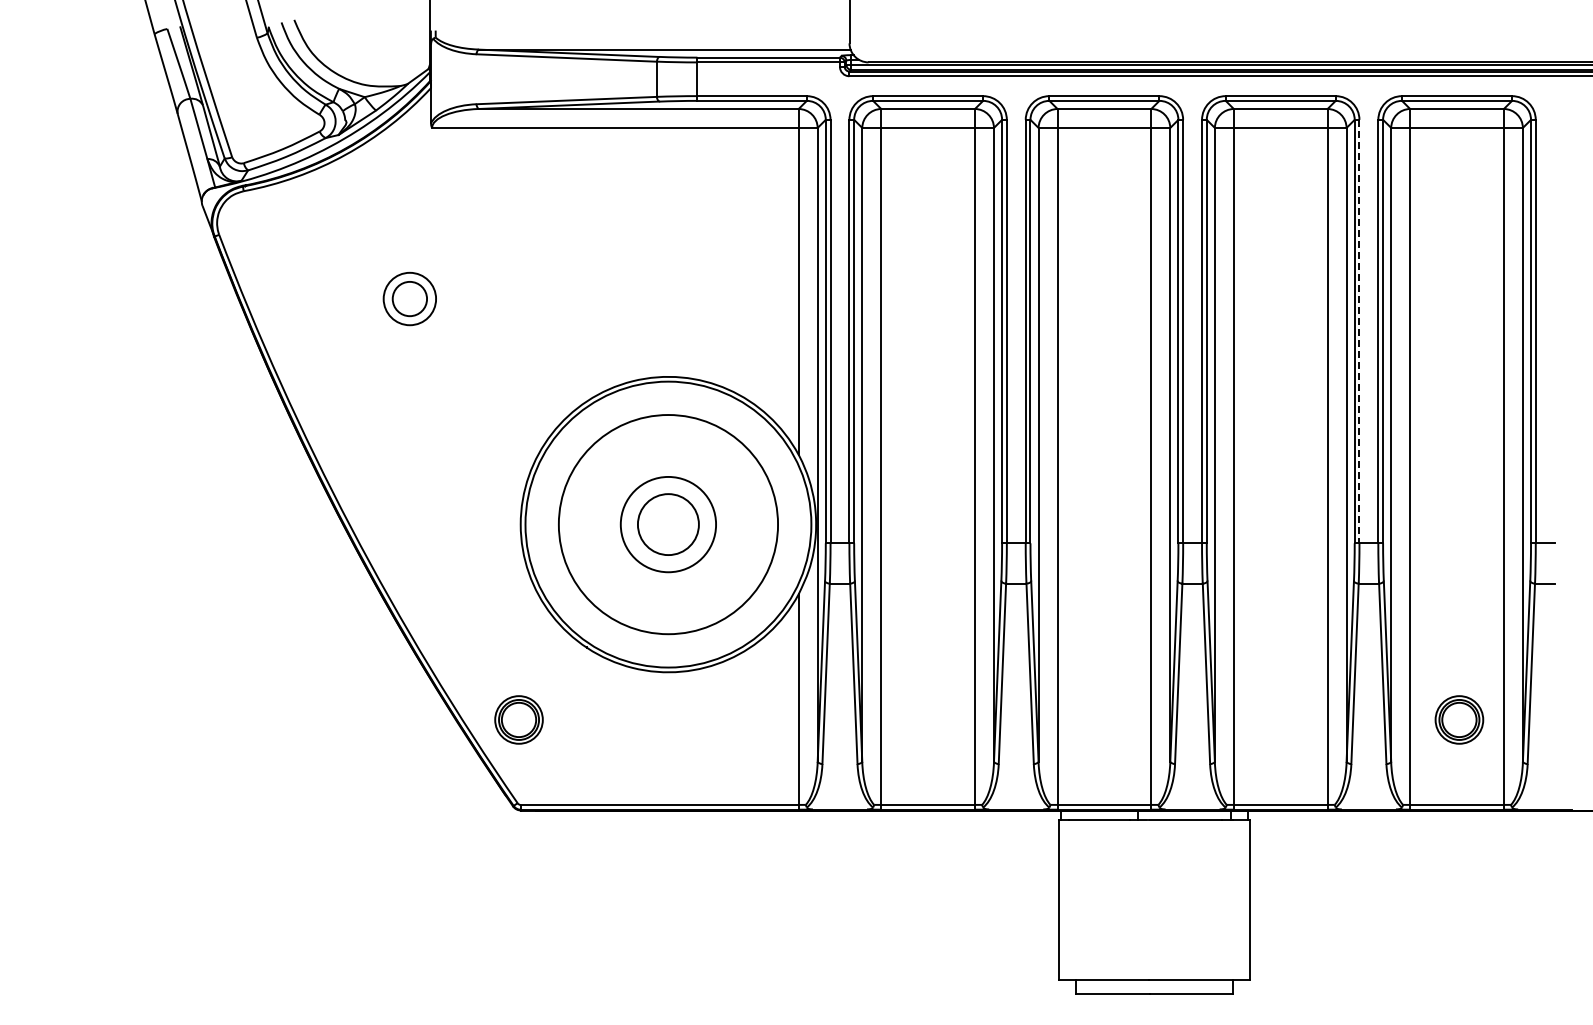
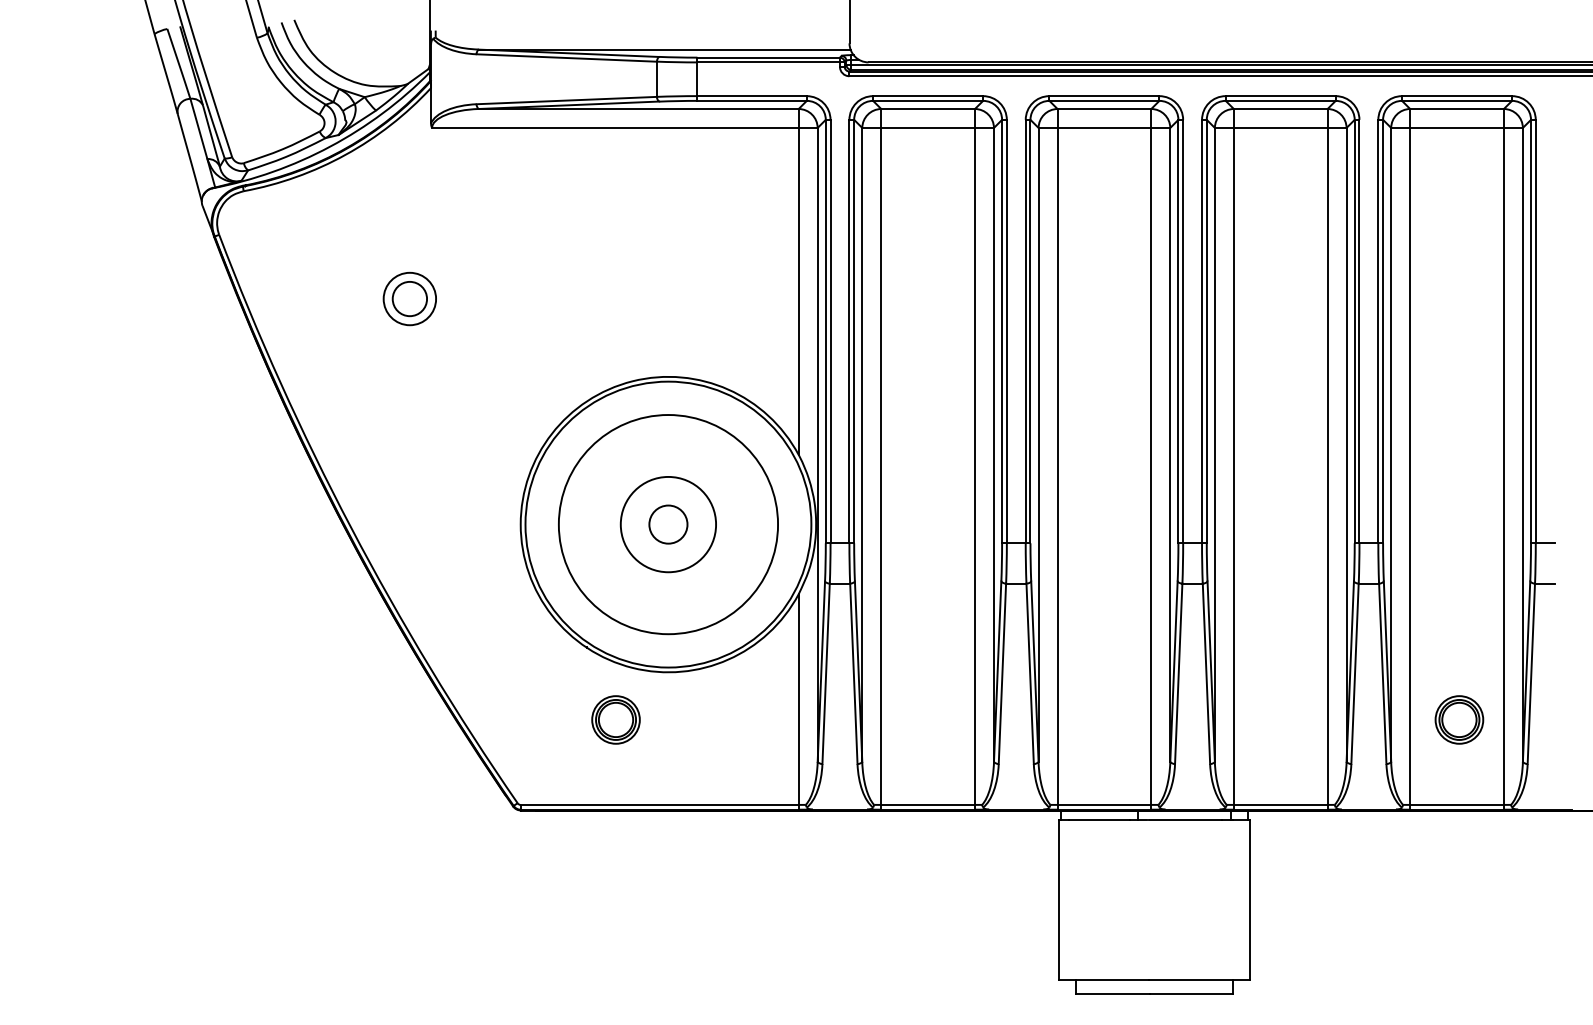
line at (1359, 331): dashed -> solid
circle at (667, 524) diameter: 61 px -> 38 px
part at (518, 719) position: (518, 719) -> (615, 719)
